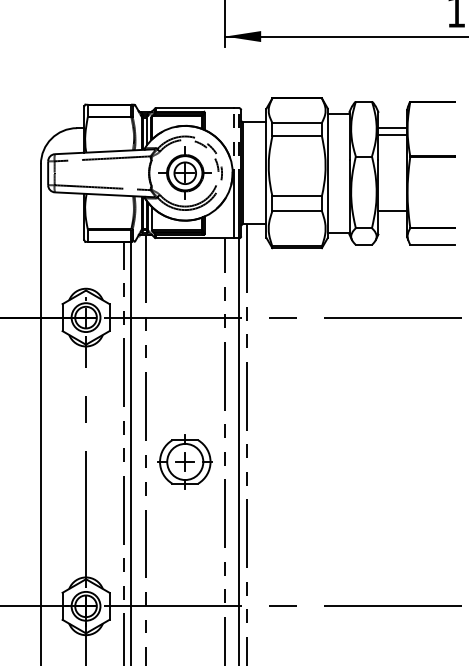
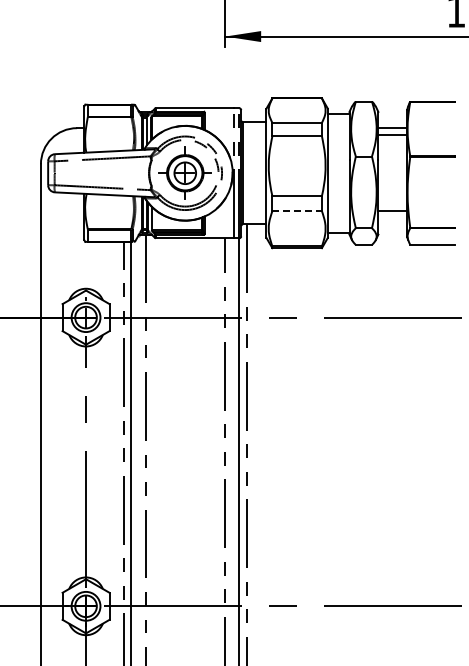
line at (297, 211): solid -> dashed
part at (184, 461): present -> none
